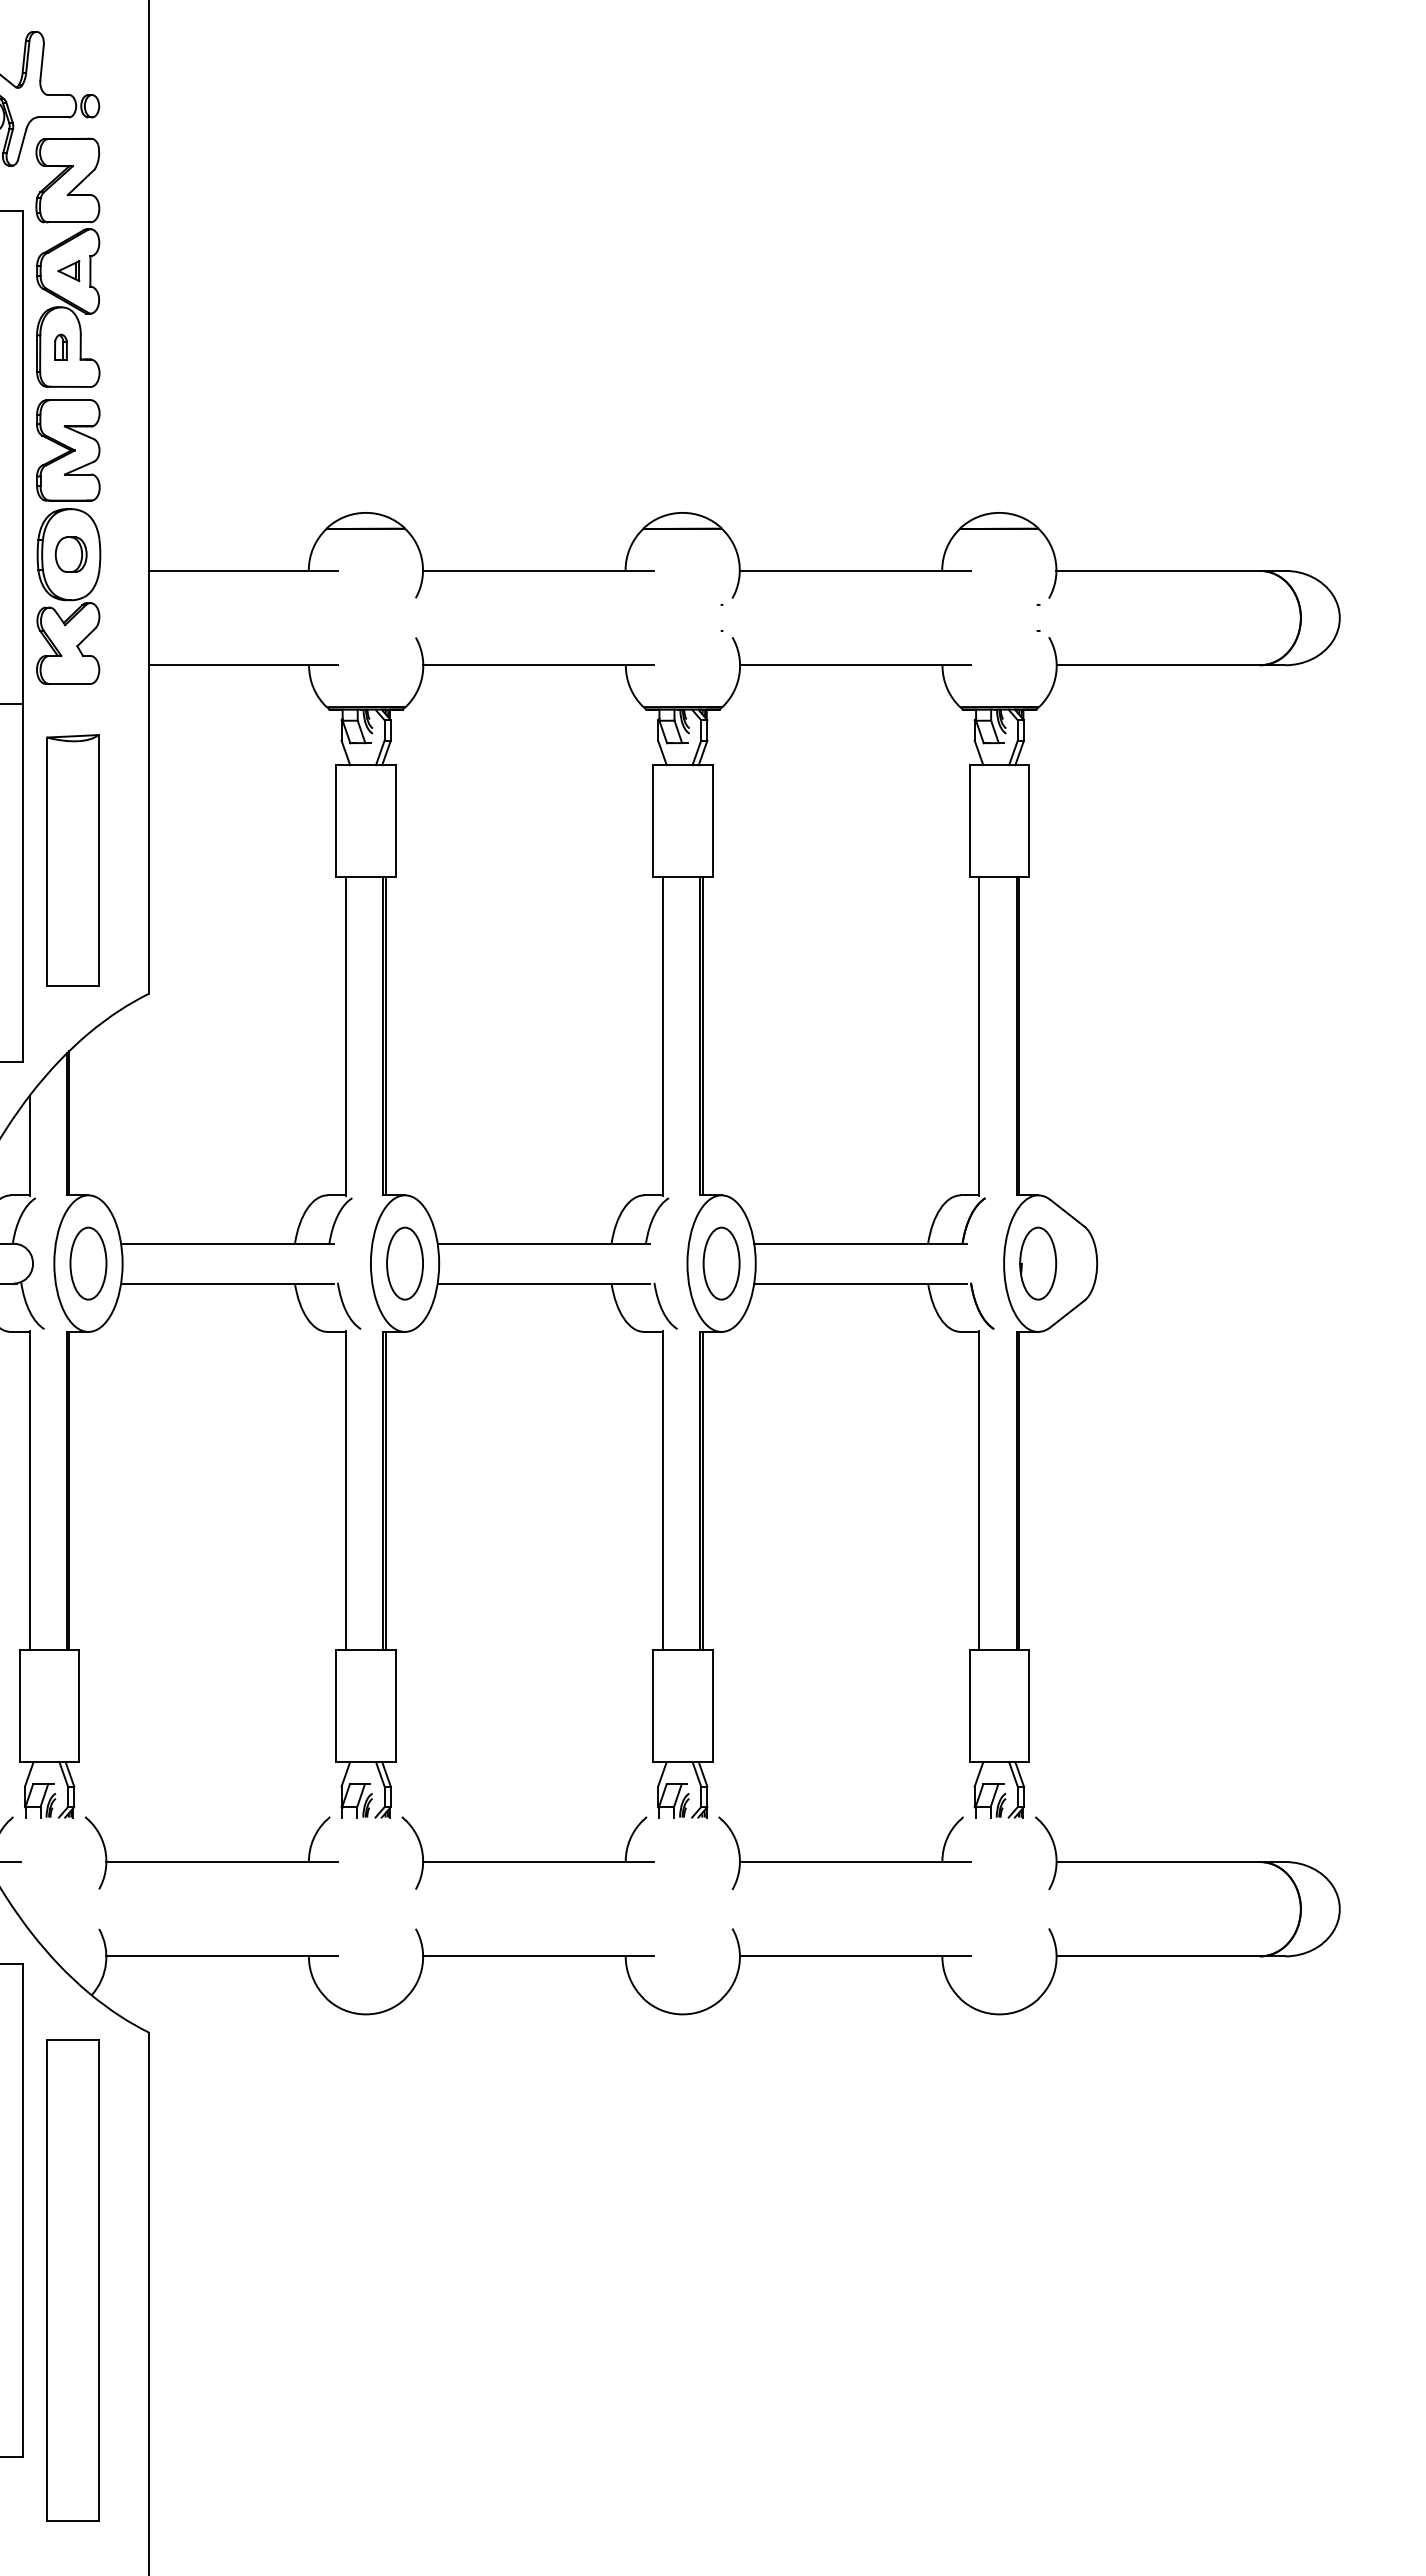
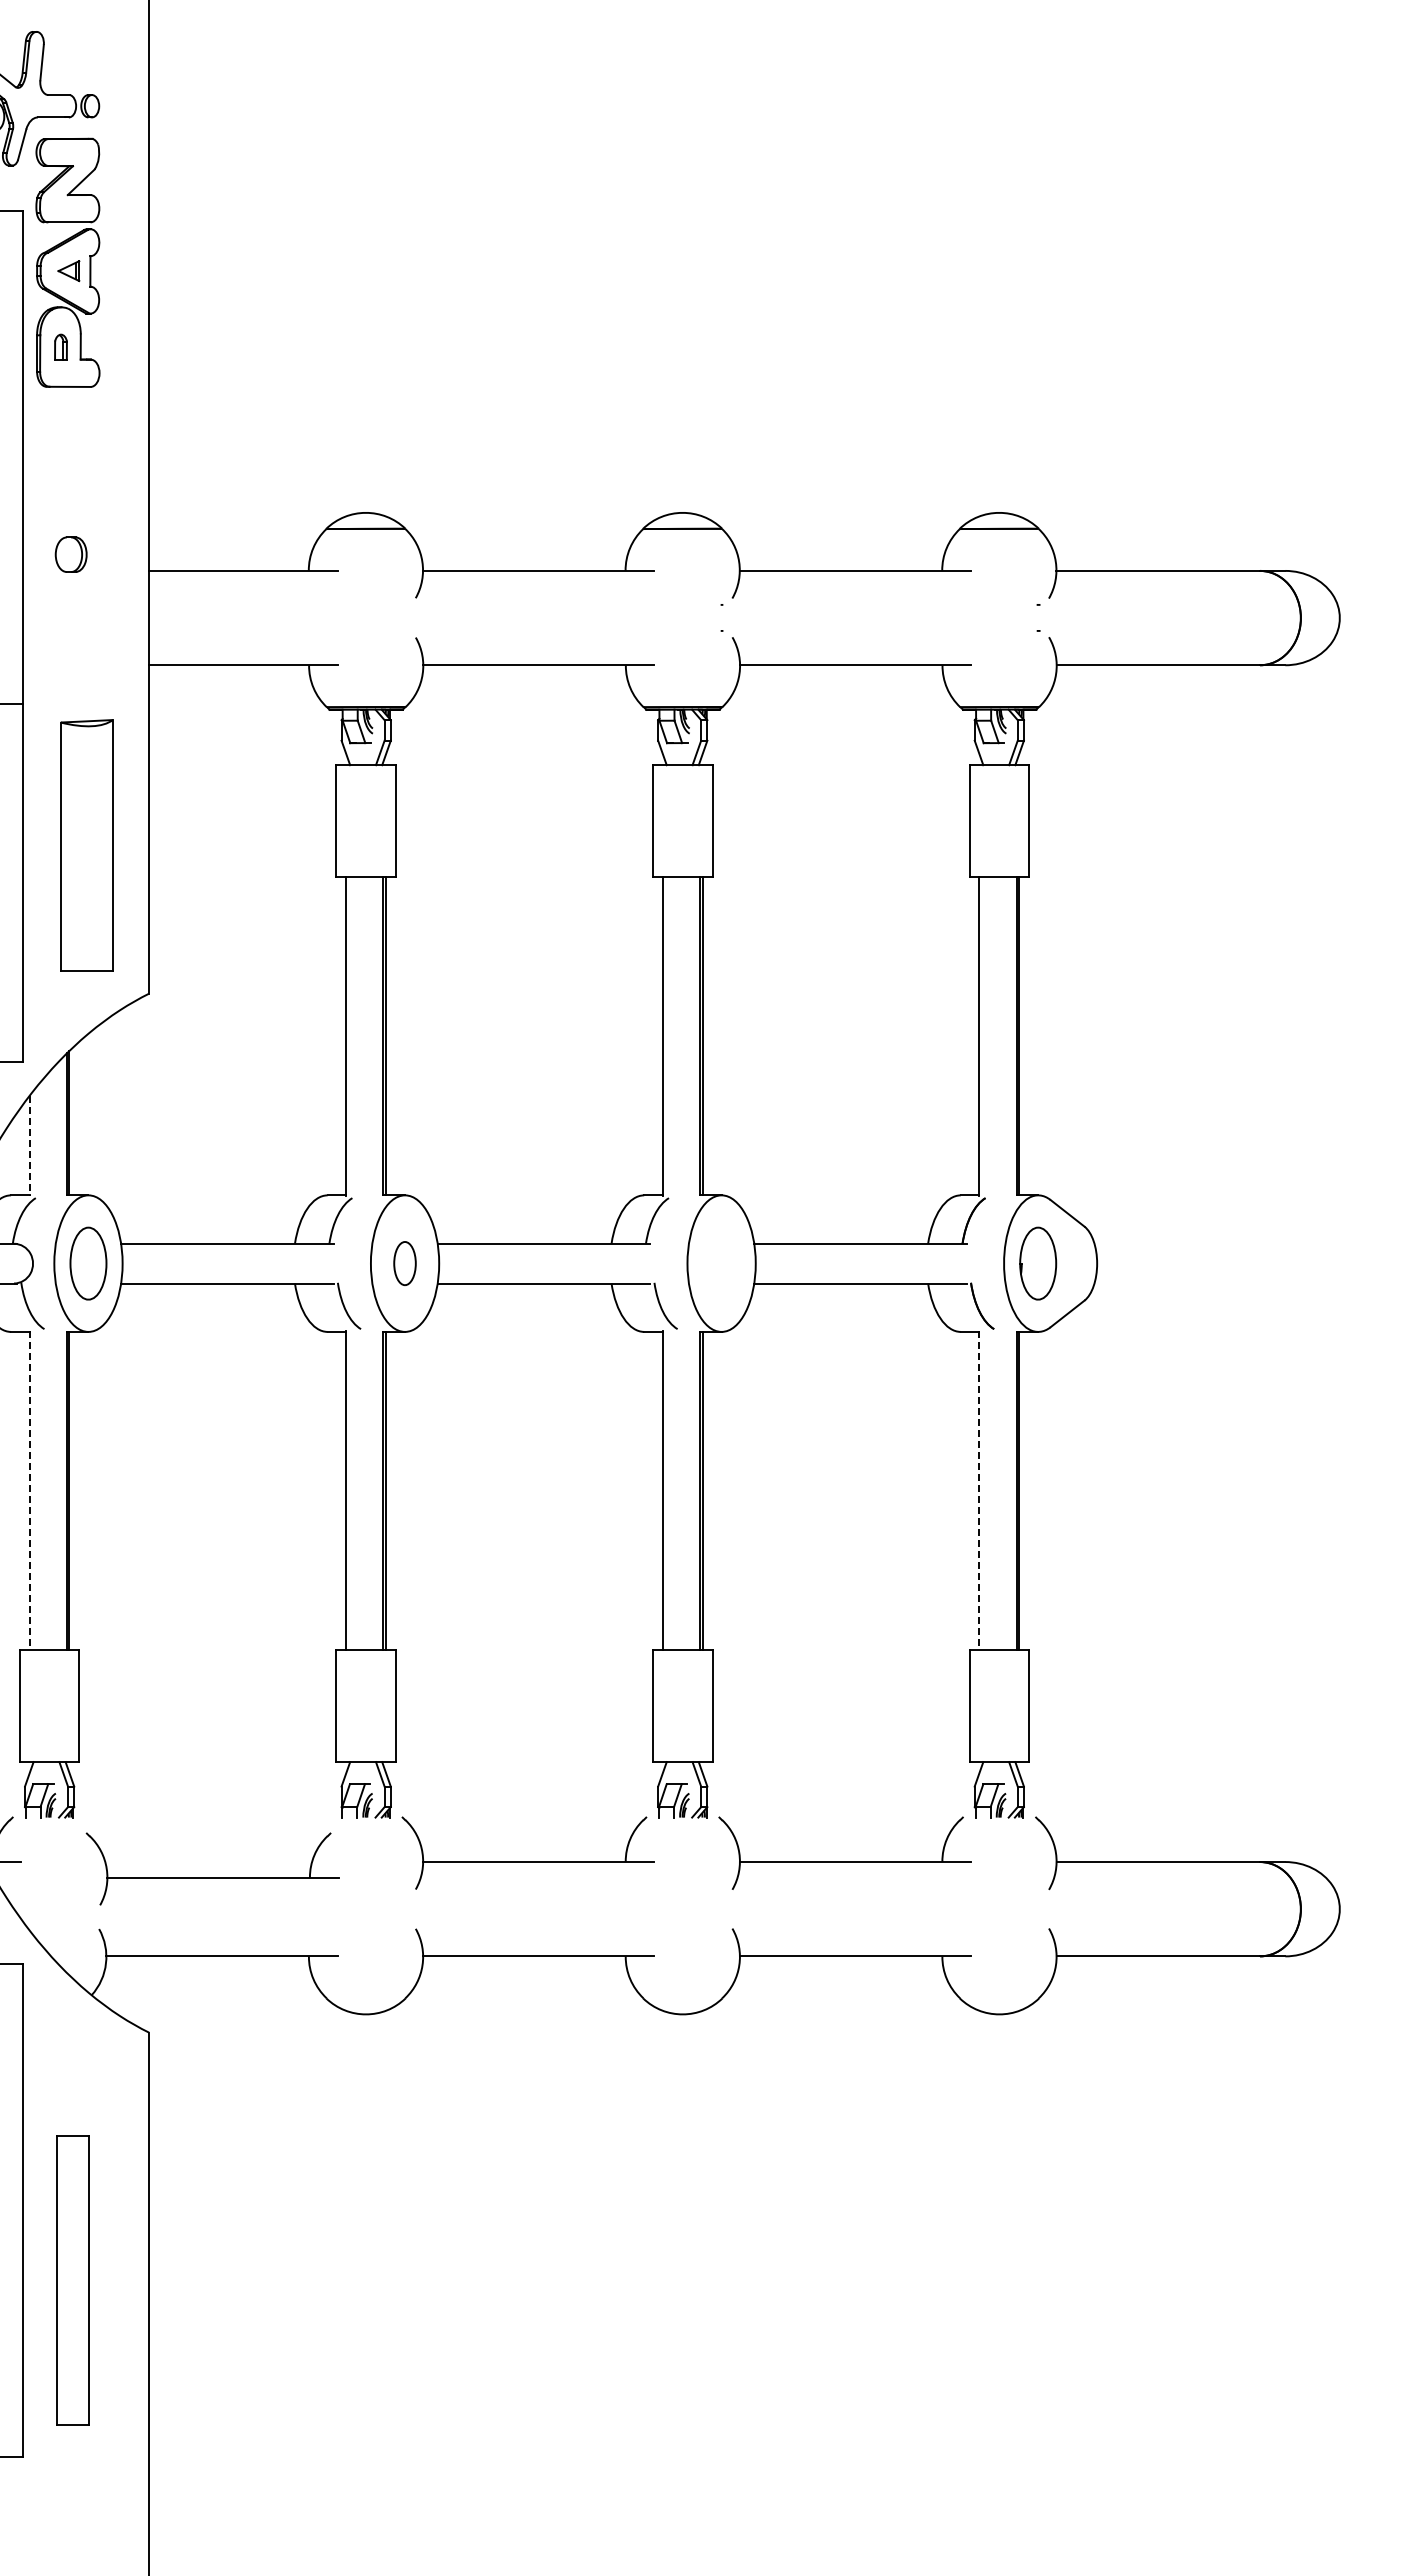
part at (68, 541): present -> none
part at (72, 860) position: (72, 860) -> (86, 845)
line at (29, 1146): solid -> dashed
part at (404, 1263) size: 38x75 px -> 24x45 px
part at (721, 1263): present -> none
line at (29, 1490): solid -> dashed
line at (979, 1490): solid -> dashed
part at (211, 1861) position: (211, 1861) -> (212, 1877)
part at (72, 2280) size: 54x483 px -> 34x291 px
